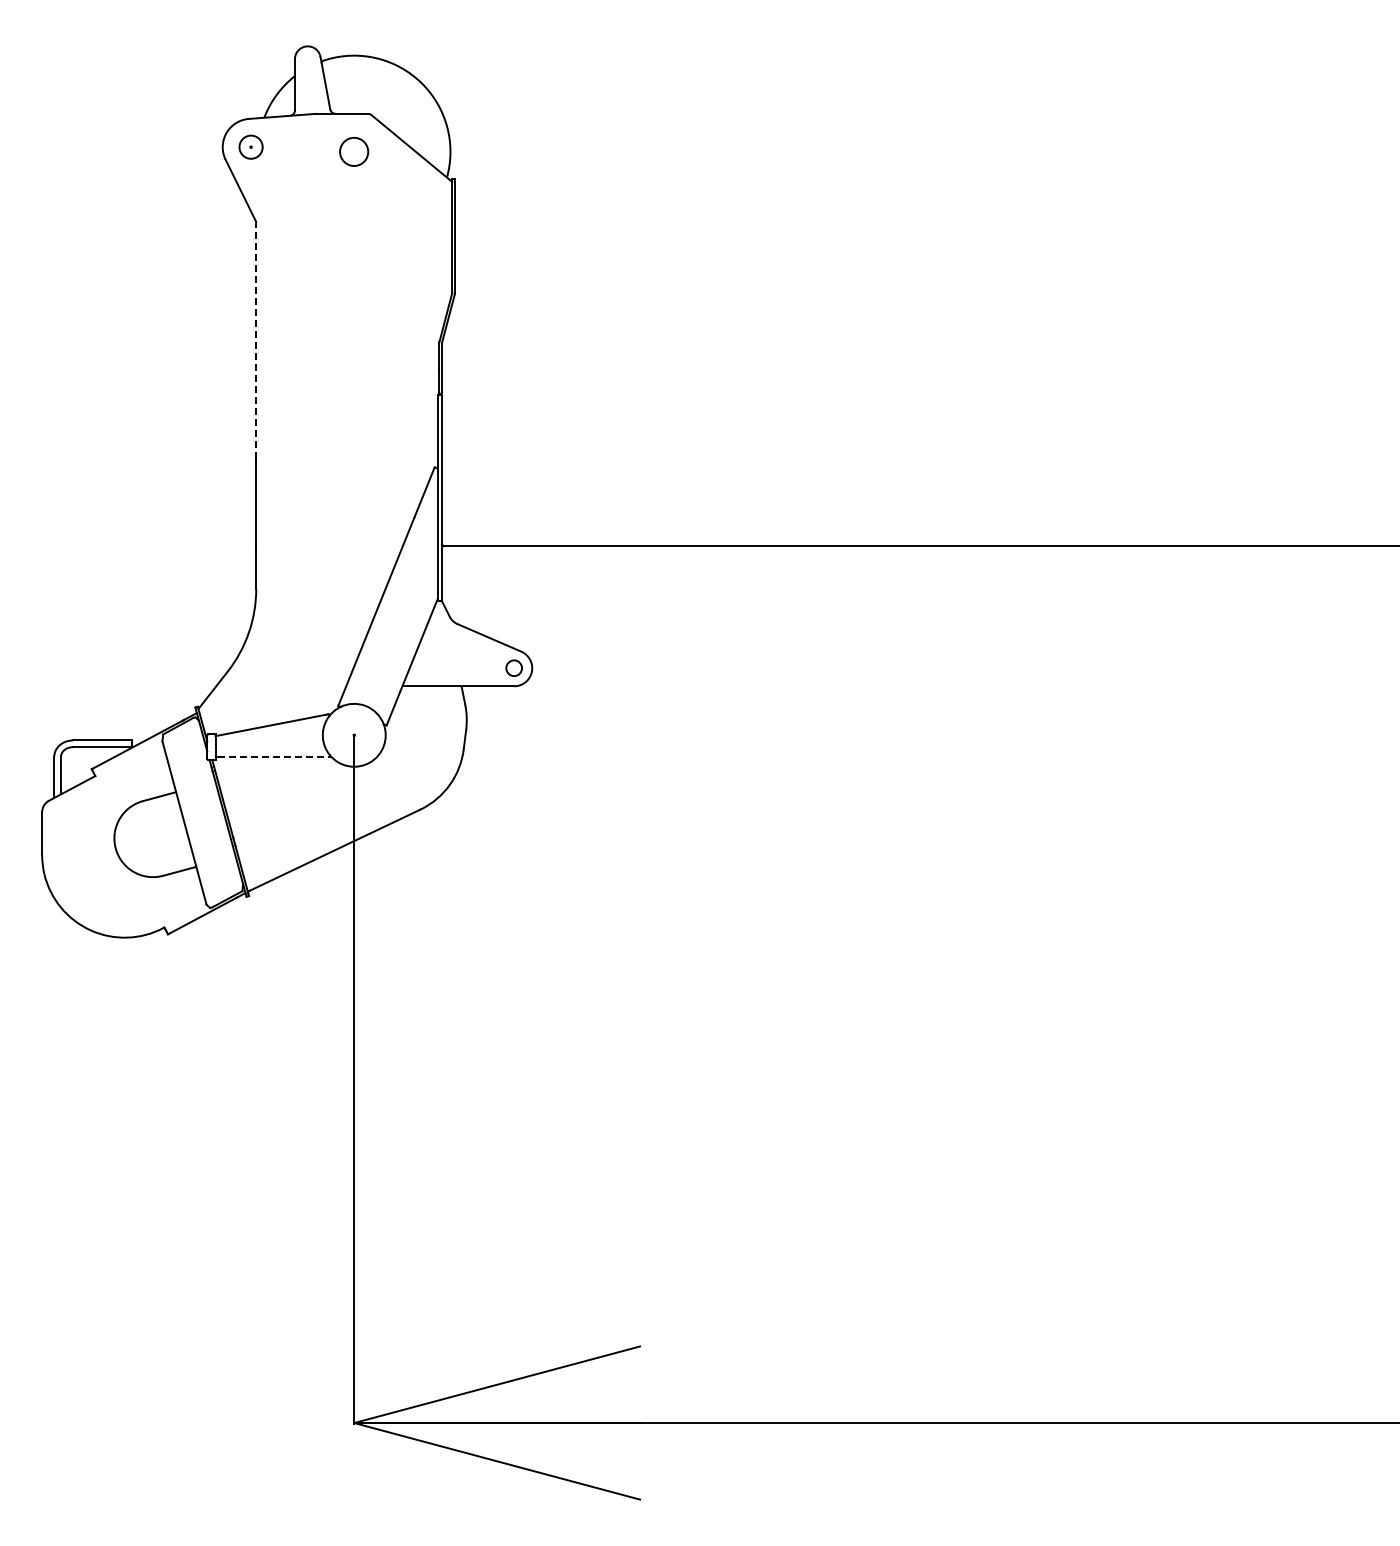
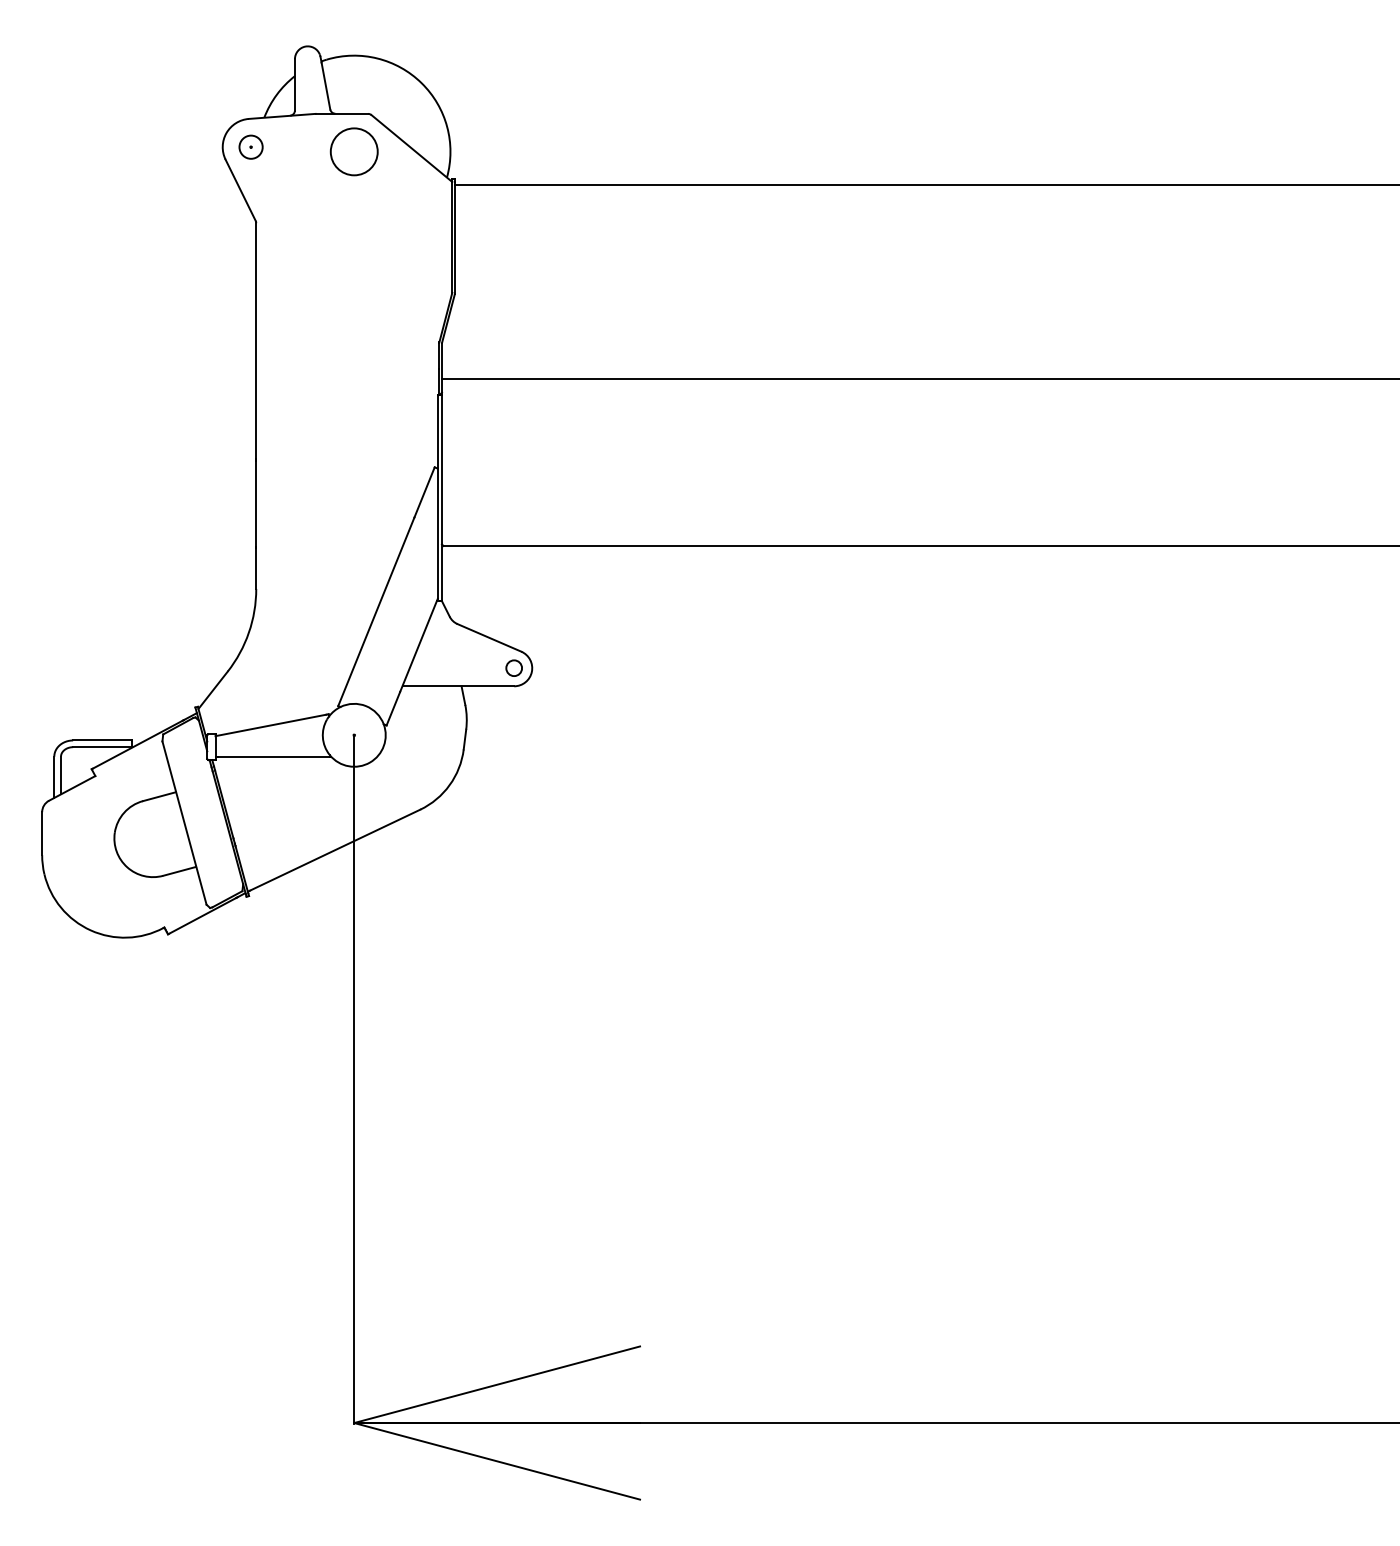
circle at (354, 151) size: 31x30 px -> 50x50 px
line at (925, 185): none -> present
line at (256, 341): dashed -> solid
line at (918, 379): none -> present
line at (274, 757): dashed -> solid
